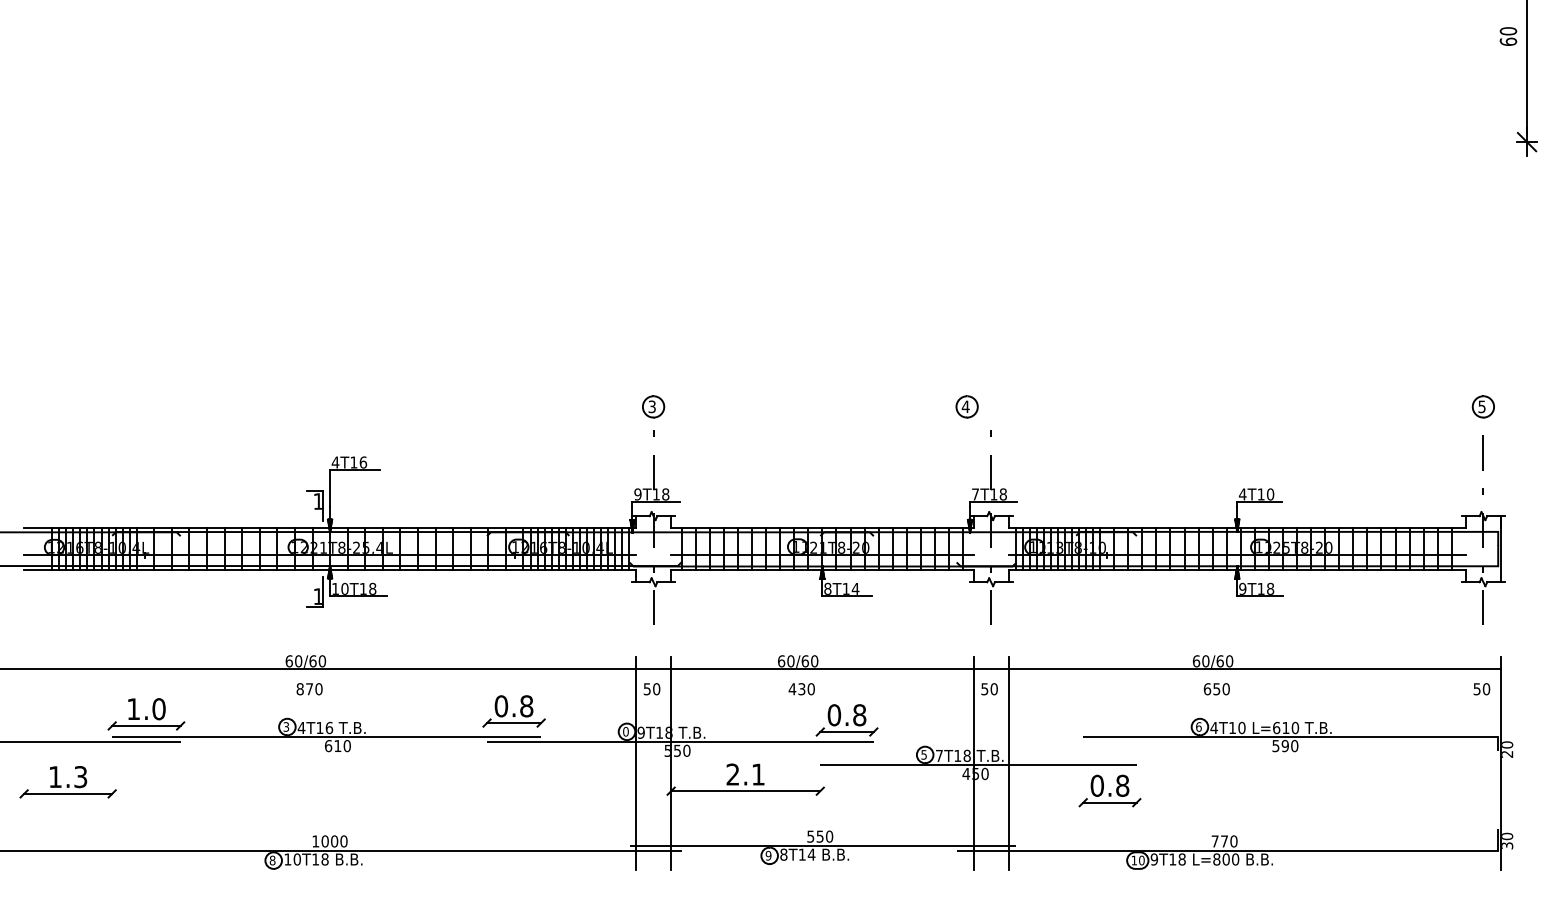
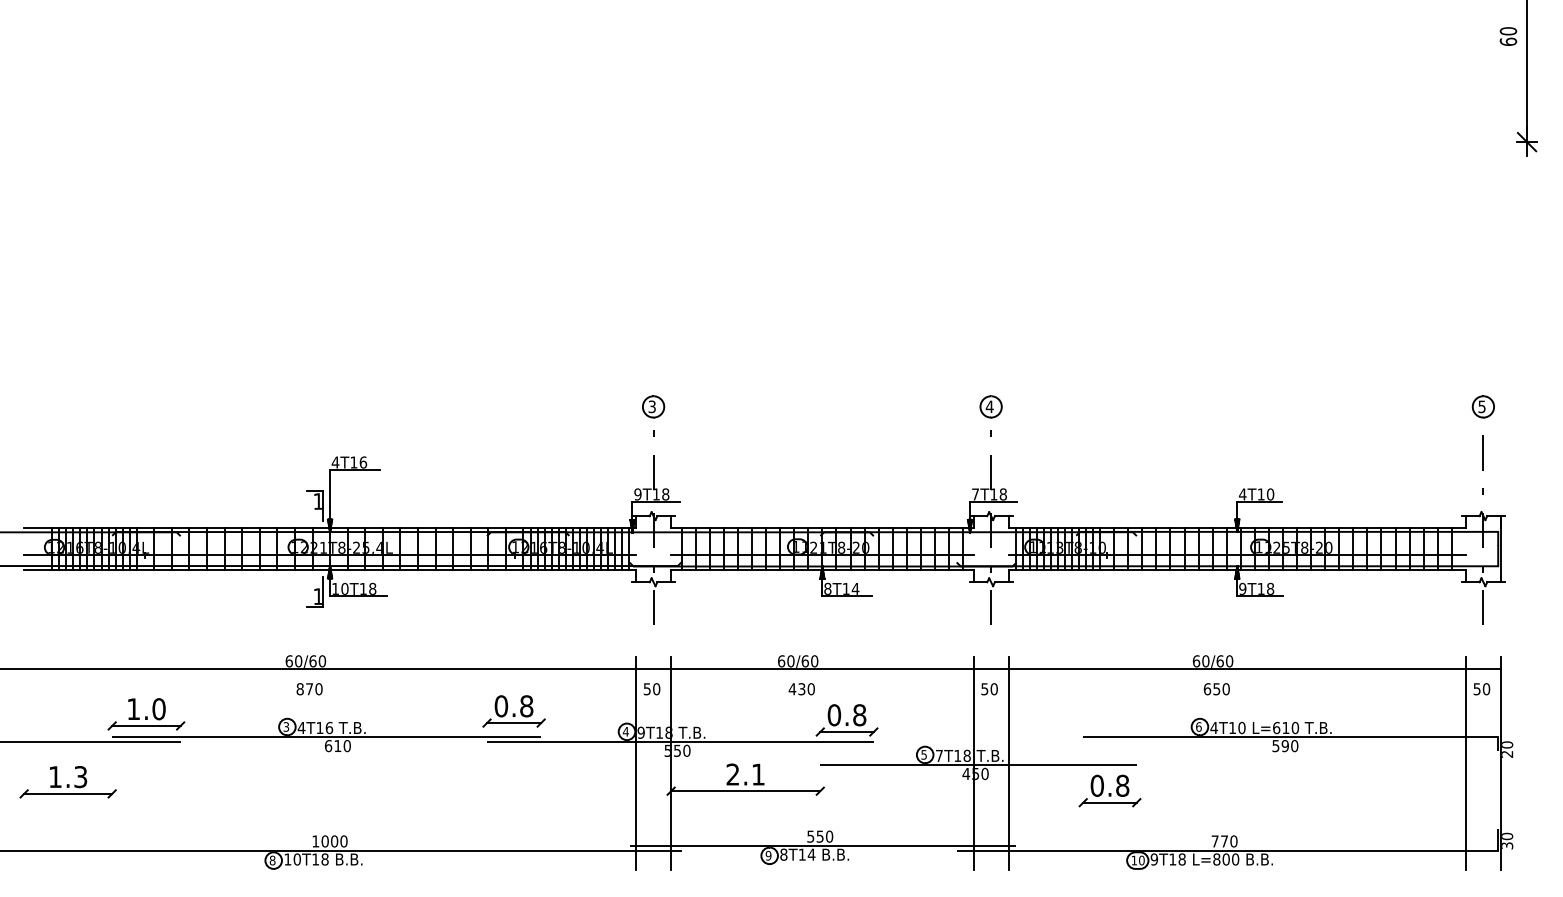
part at (966, 406) position: (966, 406) -> (990, 406)
text at (625, 731): 0 -> 4
line at (1465, 763): none -> present
